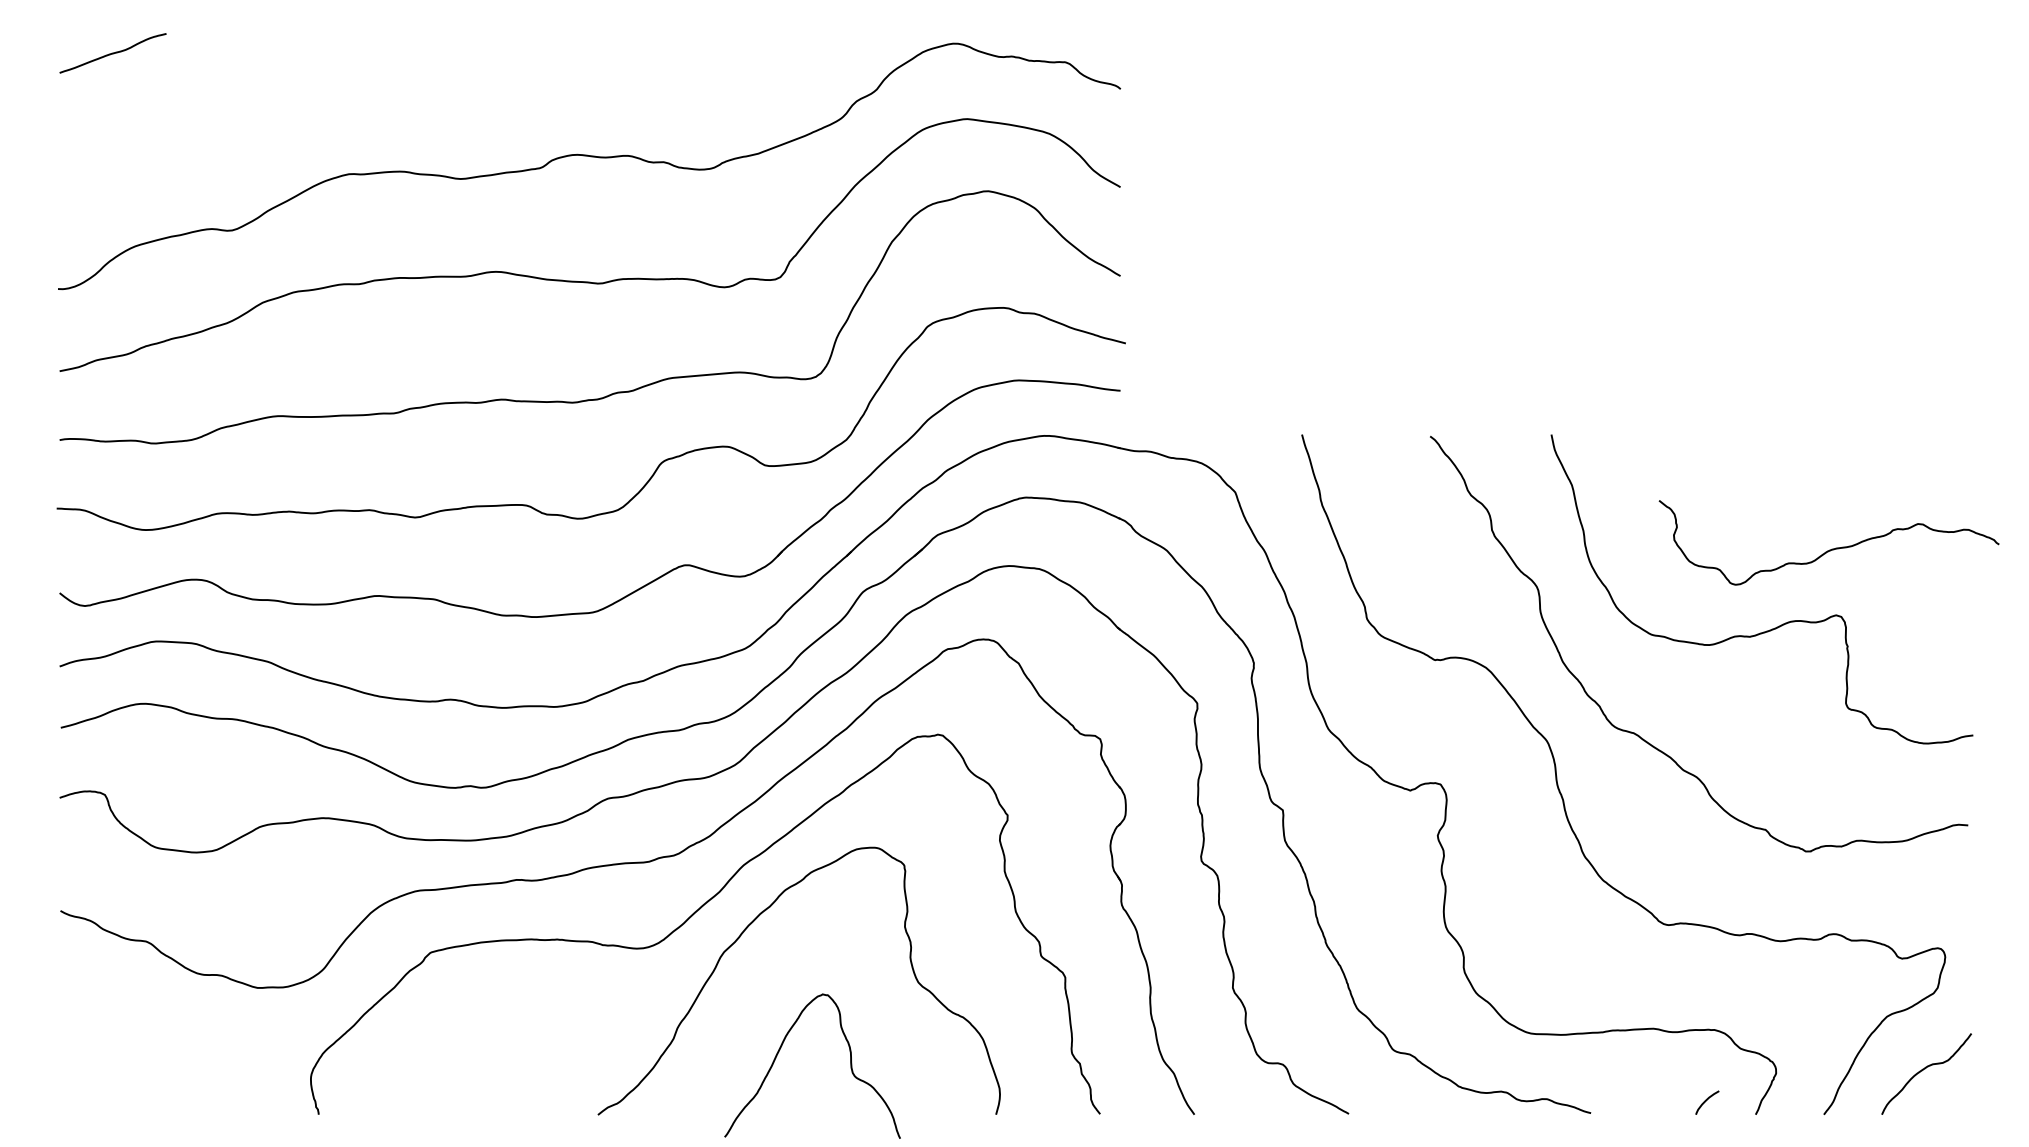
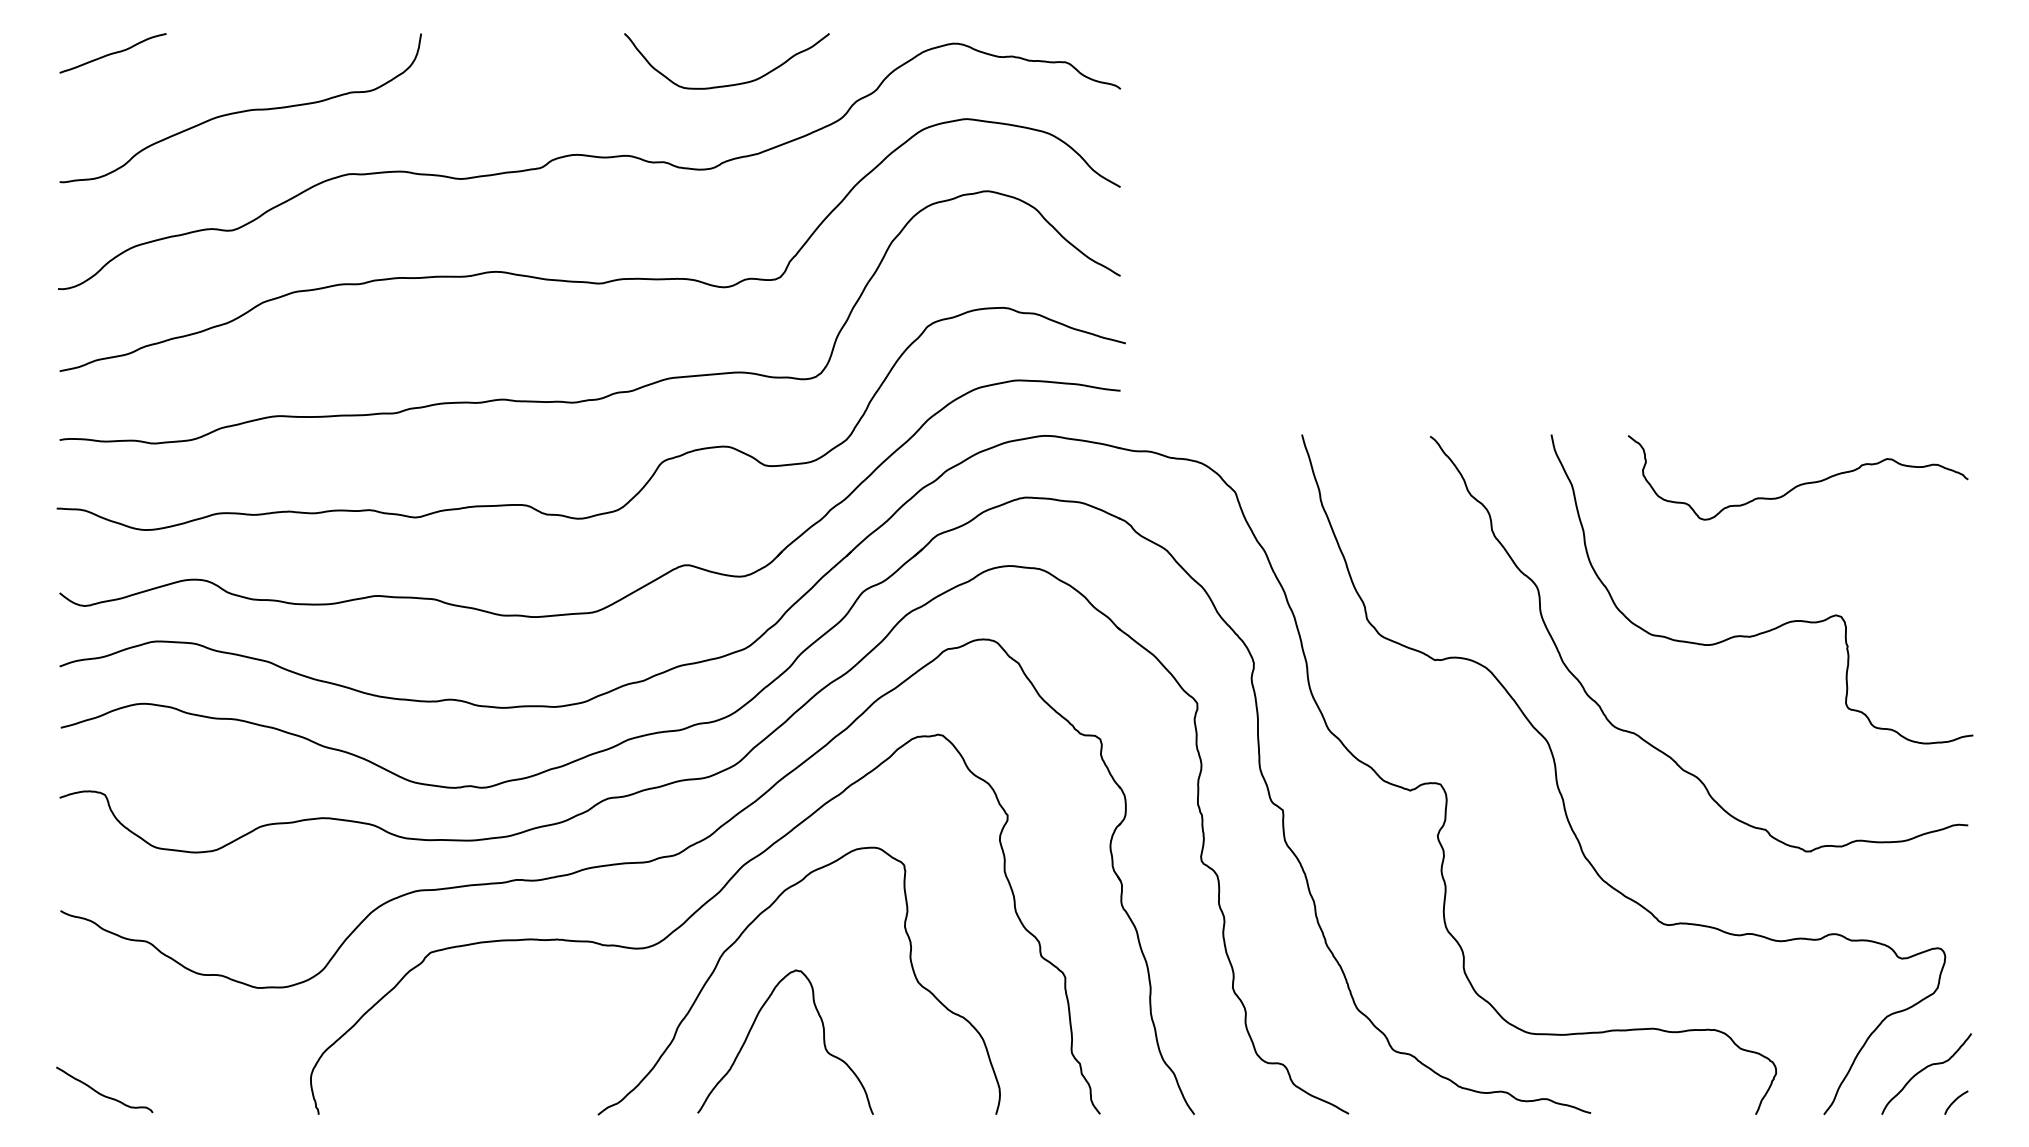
curve at (728, 84): none -> present
curve at (242, 110): none -> present
curve at (1829, 549) position: (1829, 549) -> (1798, 484)
curve at (780, 1050) position: (780, 1050) -> (753, 1026)
curve at (101, 1093): none -> present
curve at (1706, 1101) position: (1706, 1101) -> (1955, 1101)
